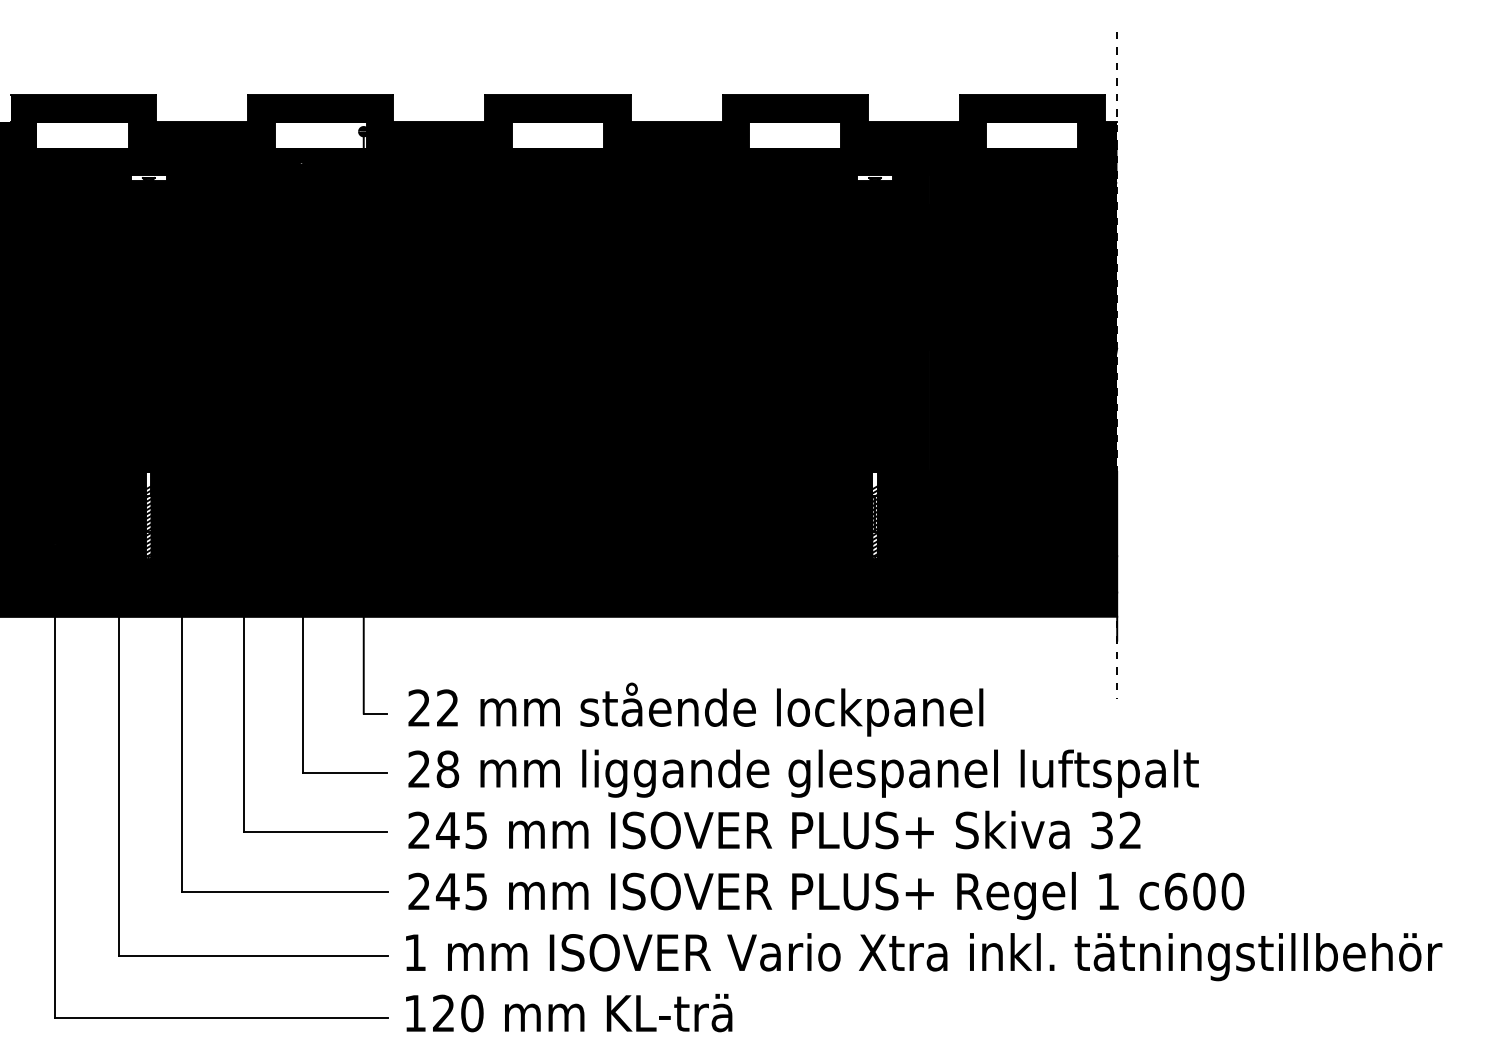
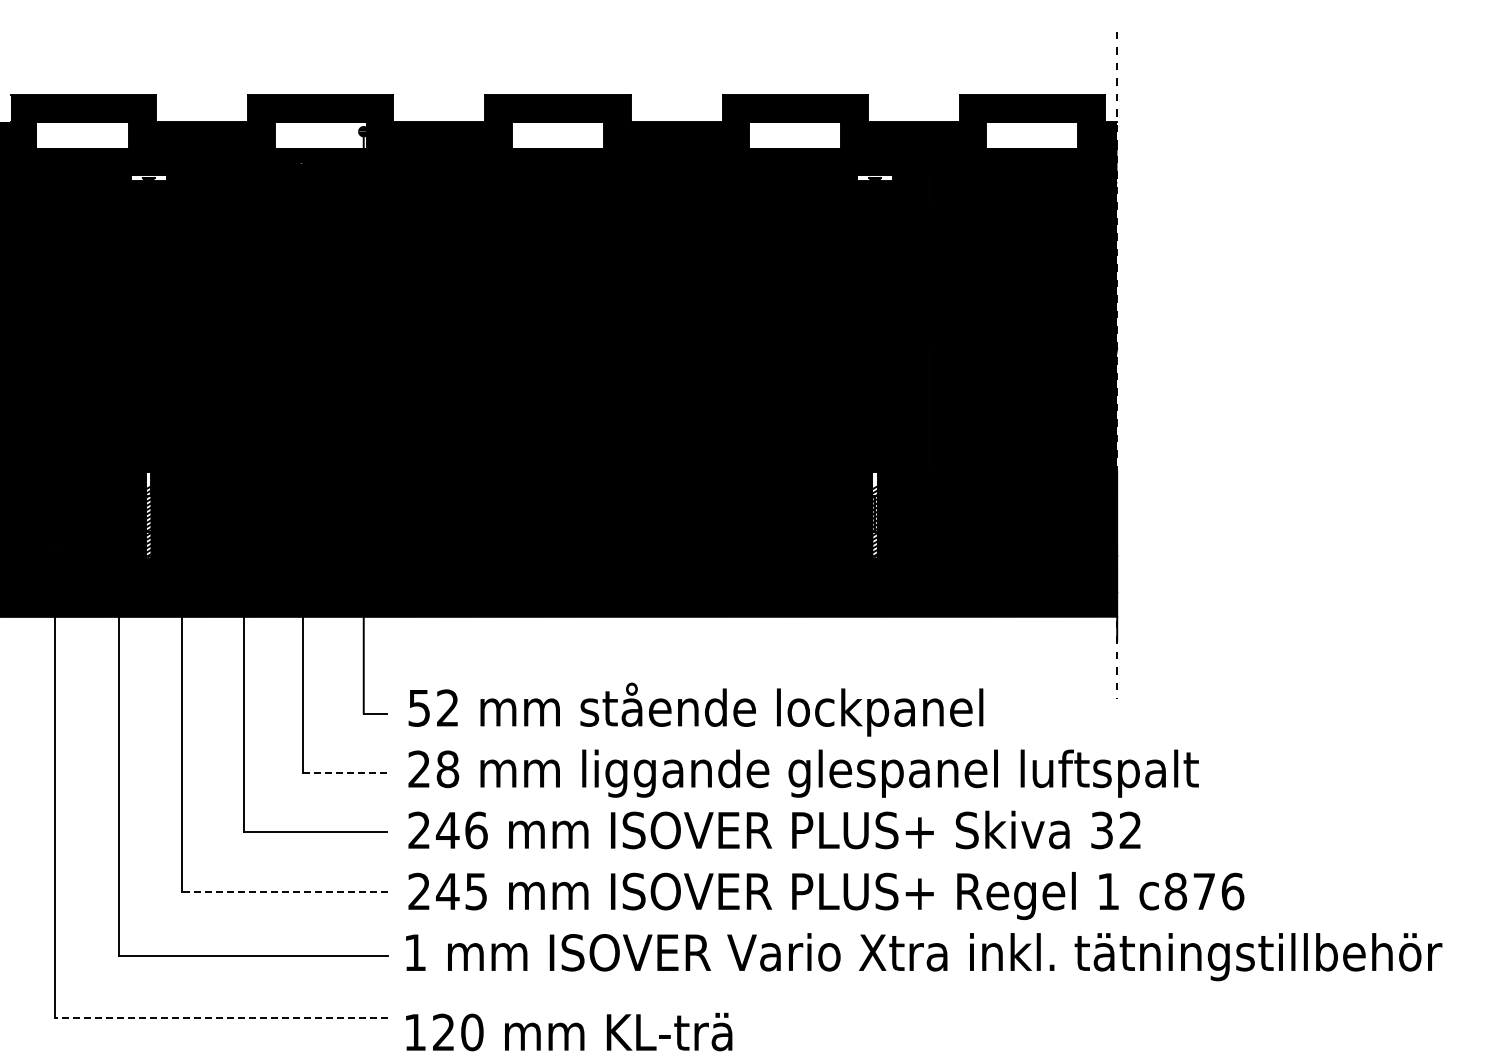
text at (418, 707): 22 -> 52
line at (344, 773): solid -> dashed
text at (476, 830): 245 -> 246
text at (1204, 891): c600 -> c876
line at (284, 892): solid -> dashed
text at (569, 1012) position: (569, 1012) -> (569, 1031)
line at (220, 1018): solid -> dashed
